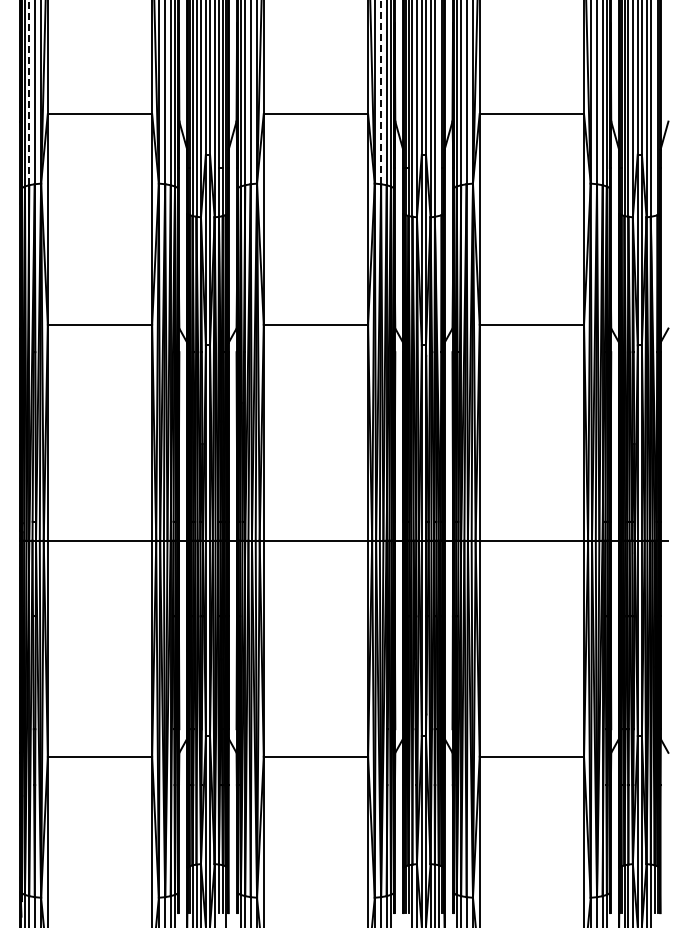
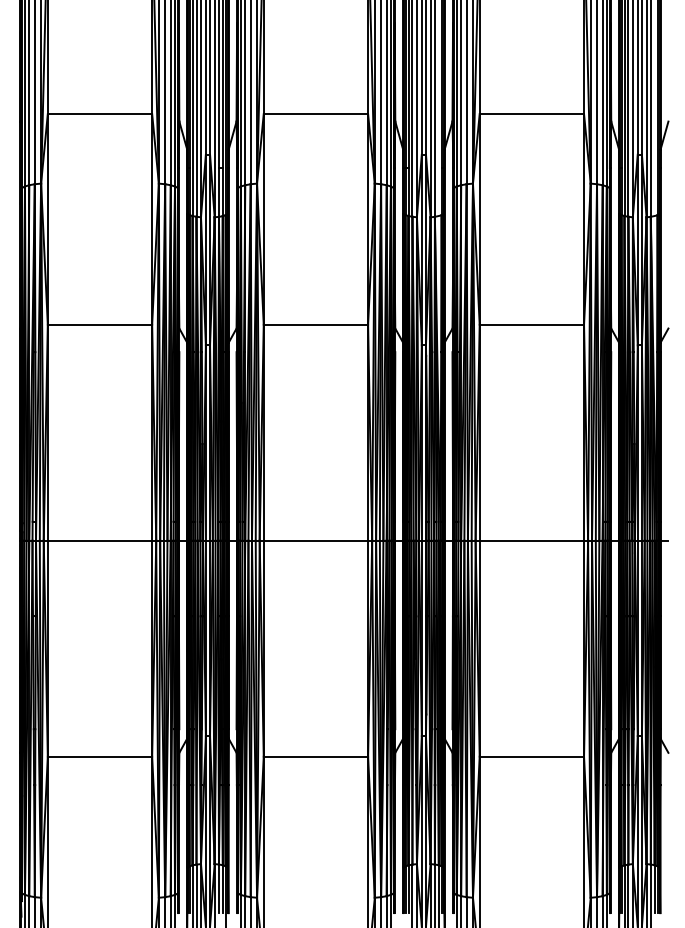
line at (29, 92): dashed -> solid
line at (381, 92): dashed -> solid
